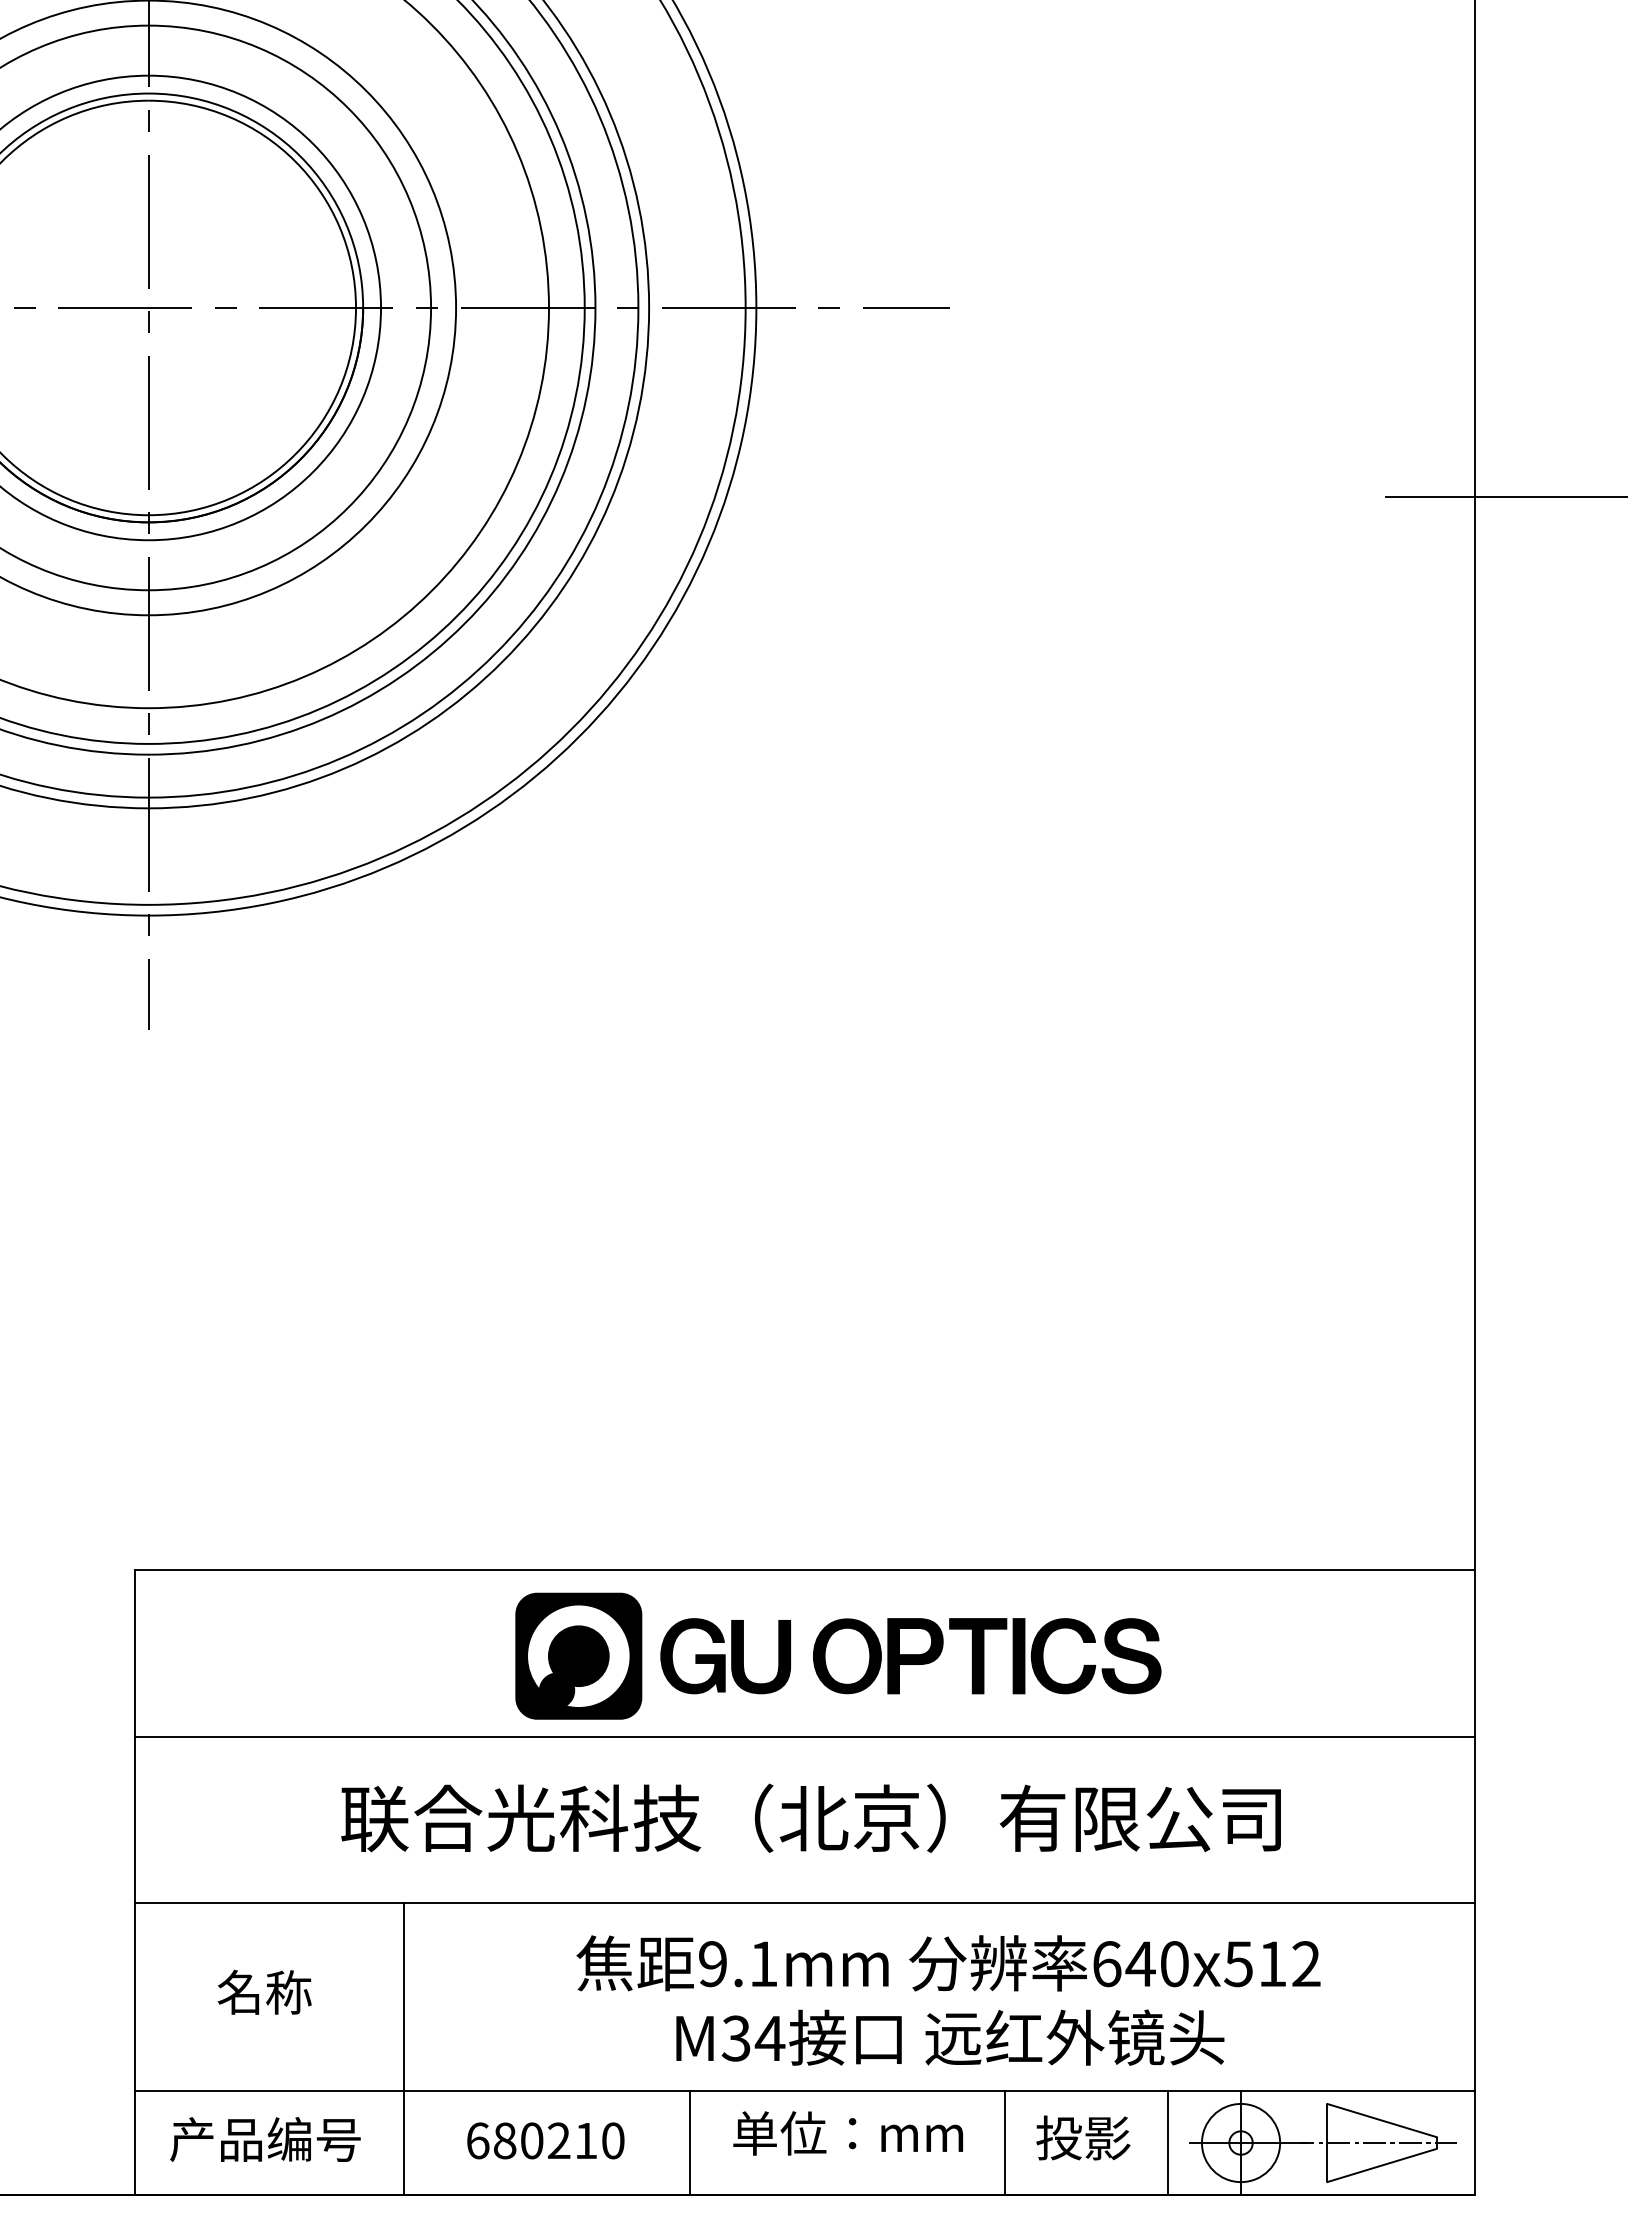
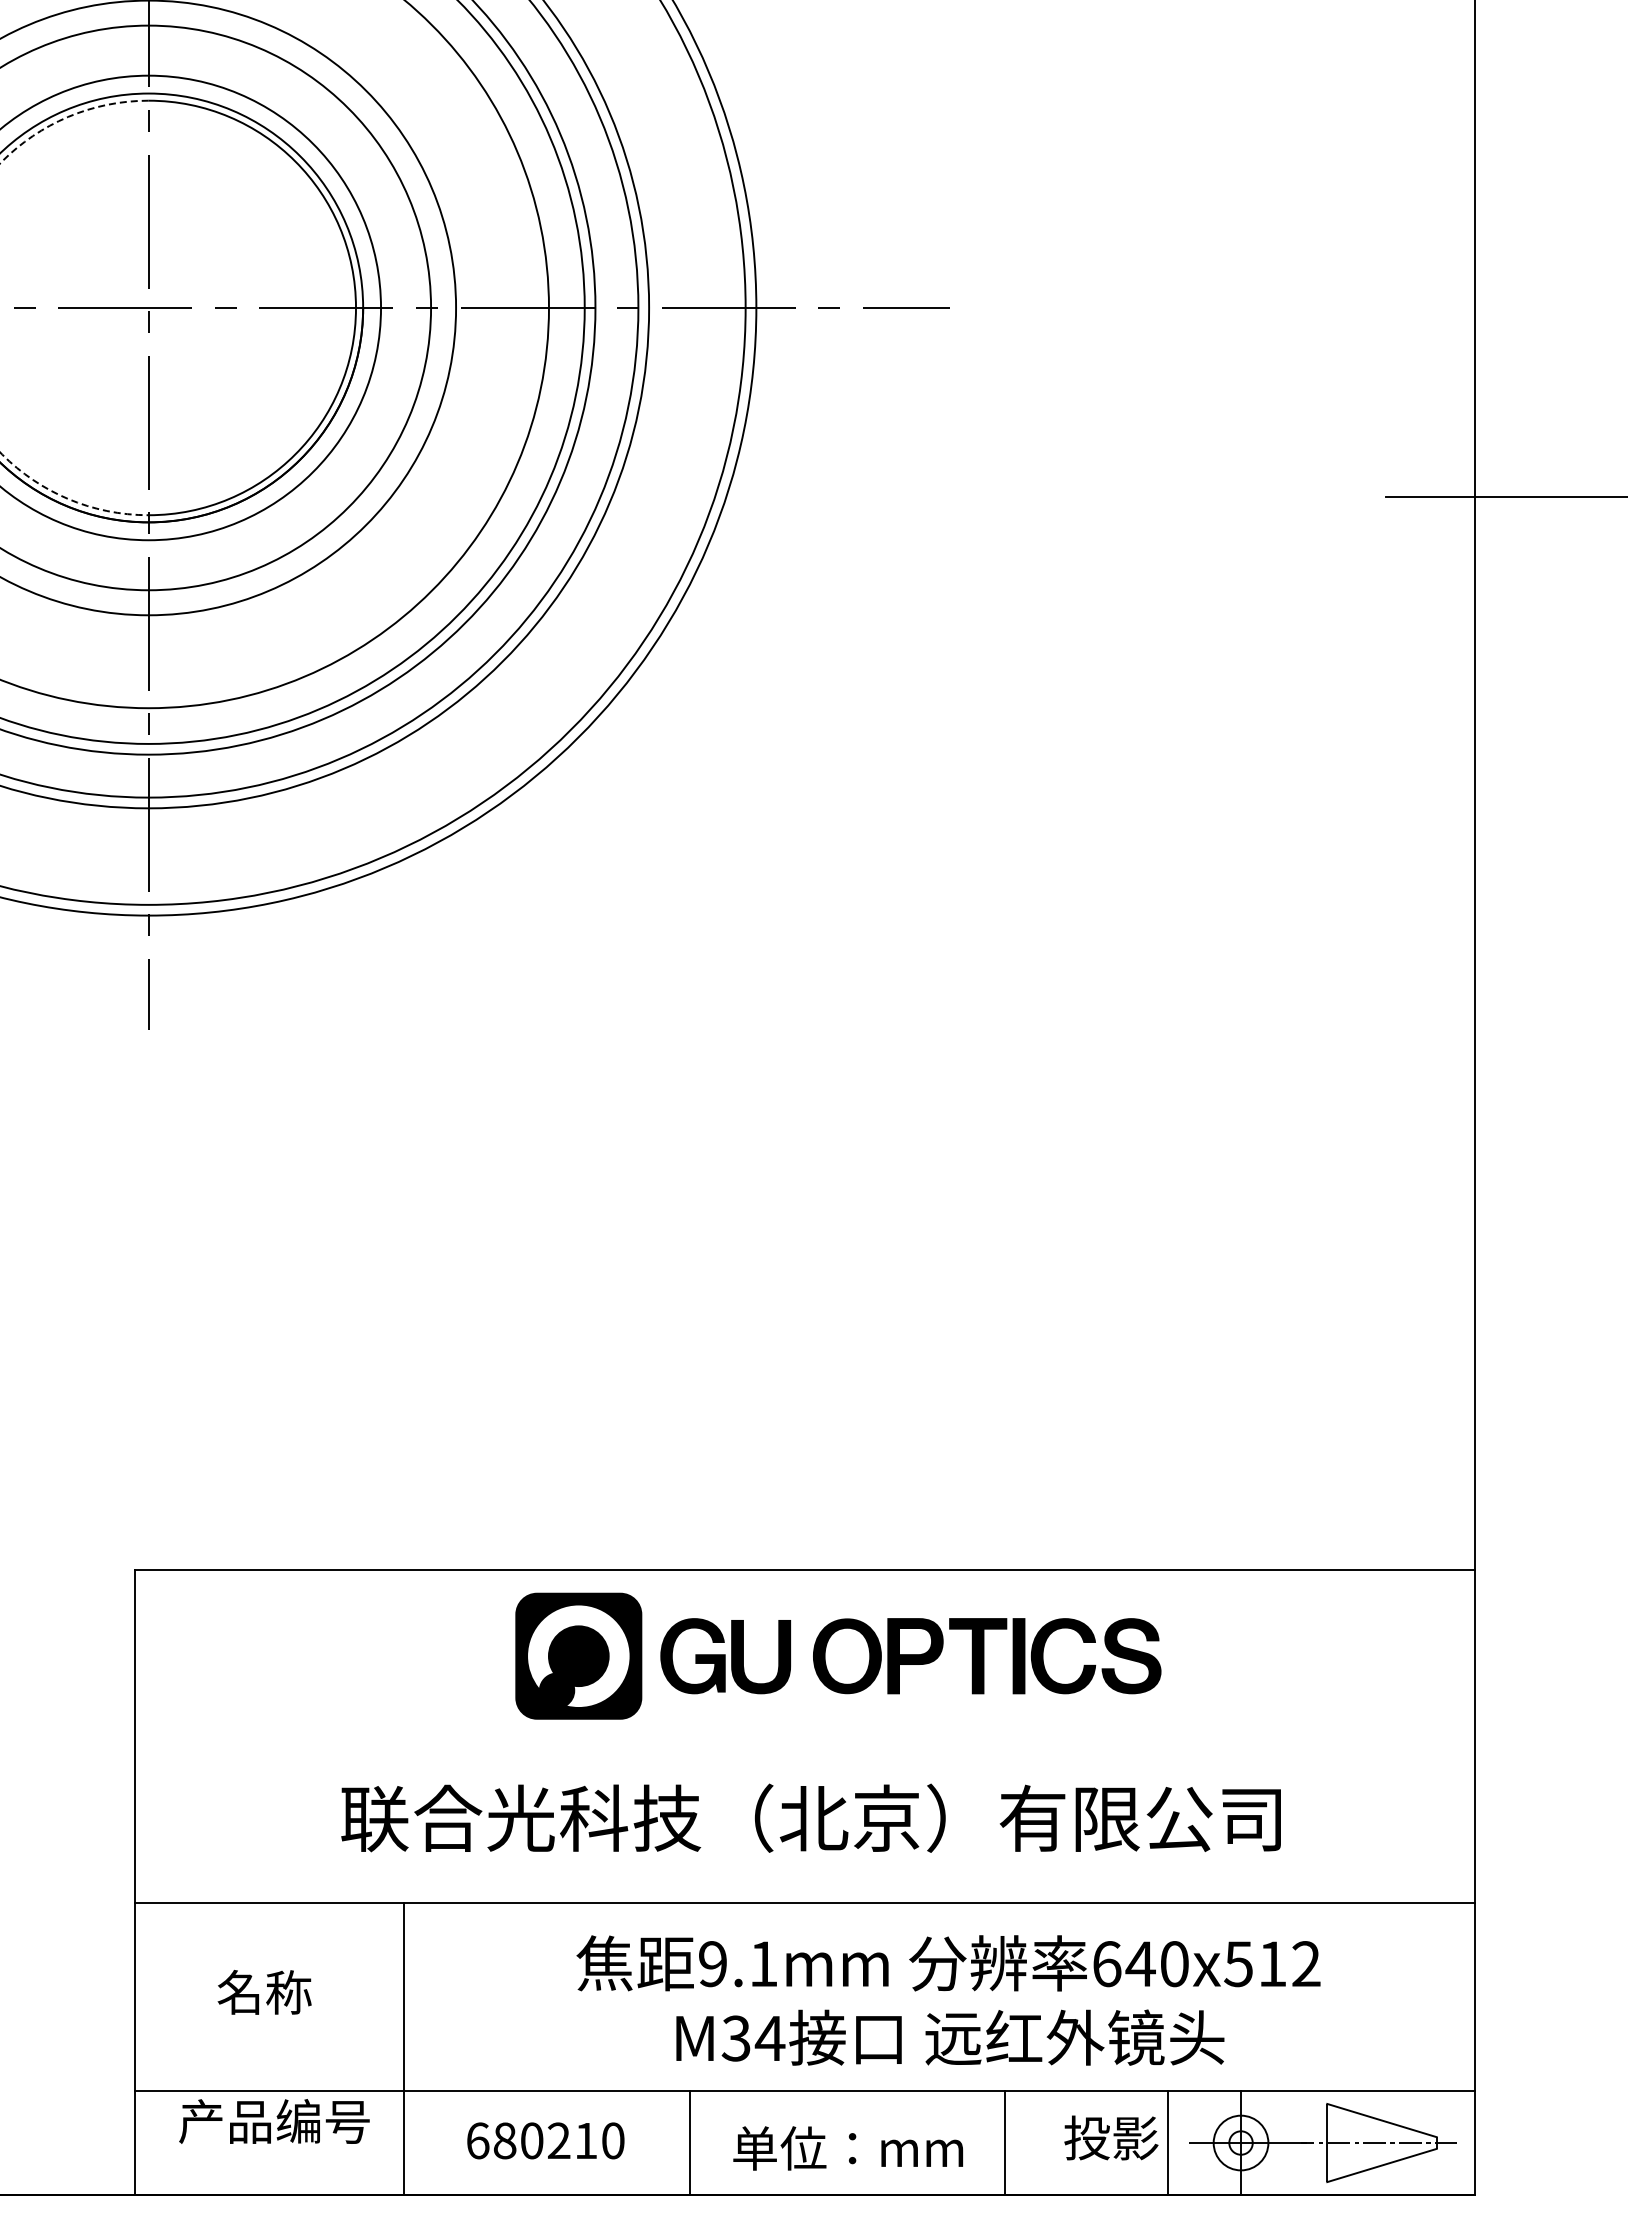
arc at (0, 452): solid -> dashed
line at (804, 1736): present -> none
text at (847, 2133) position: (847, 2133) -> (847, 2148)
text at (1083, 2137) position: (1083, 2137) -> (1111, 2137)
text at (265, 2139) position: (265, 2139) -> (274, 2121)
circle at (1240, 2142) diameter: 78 px -> 55 px
